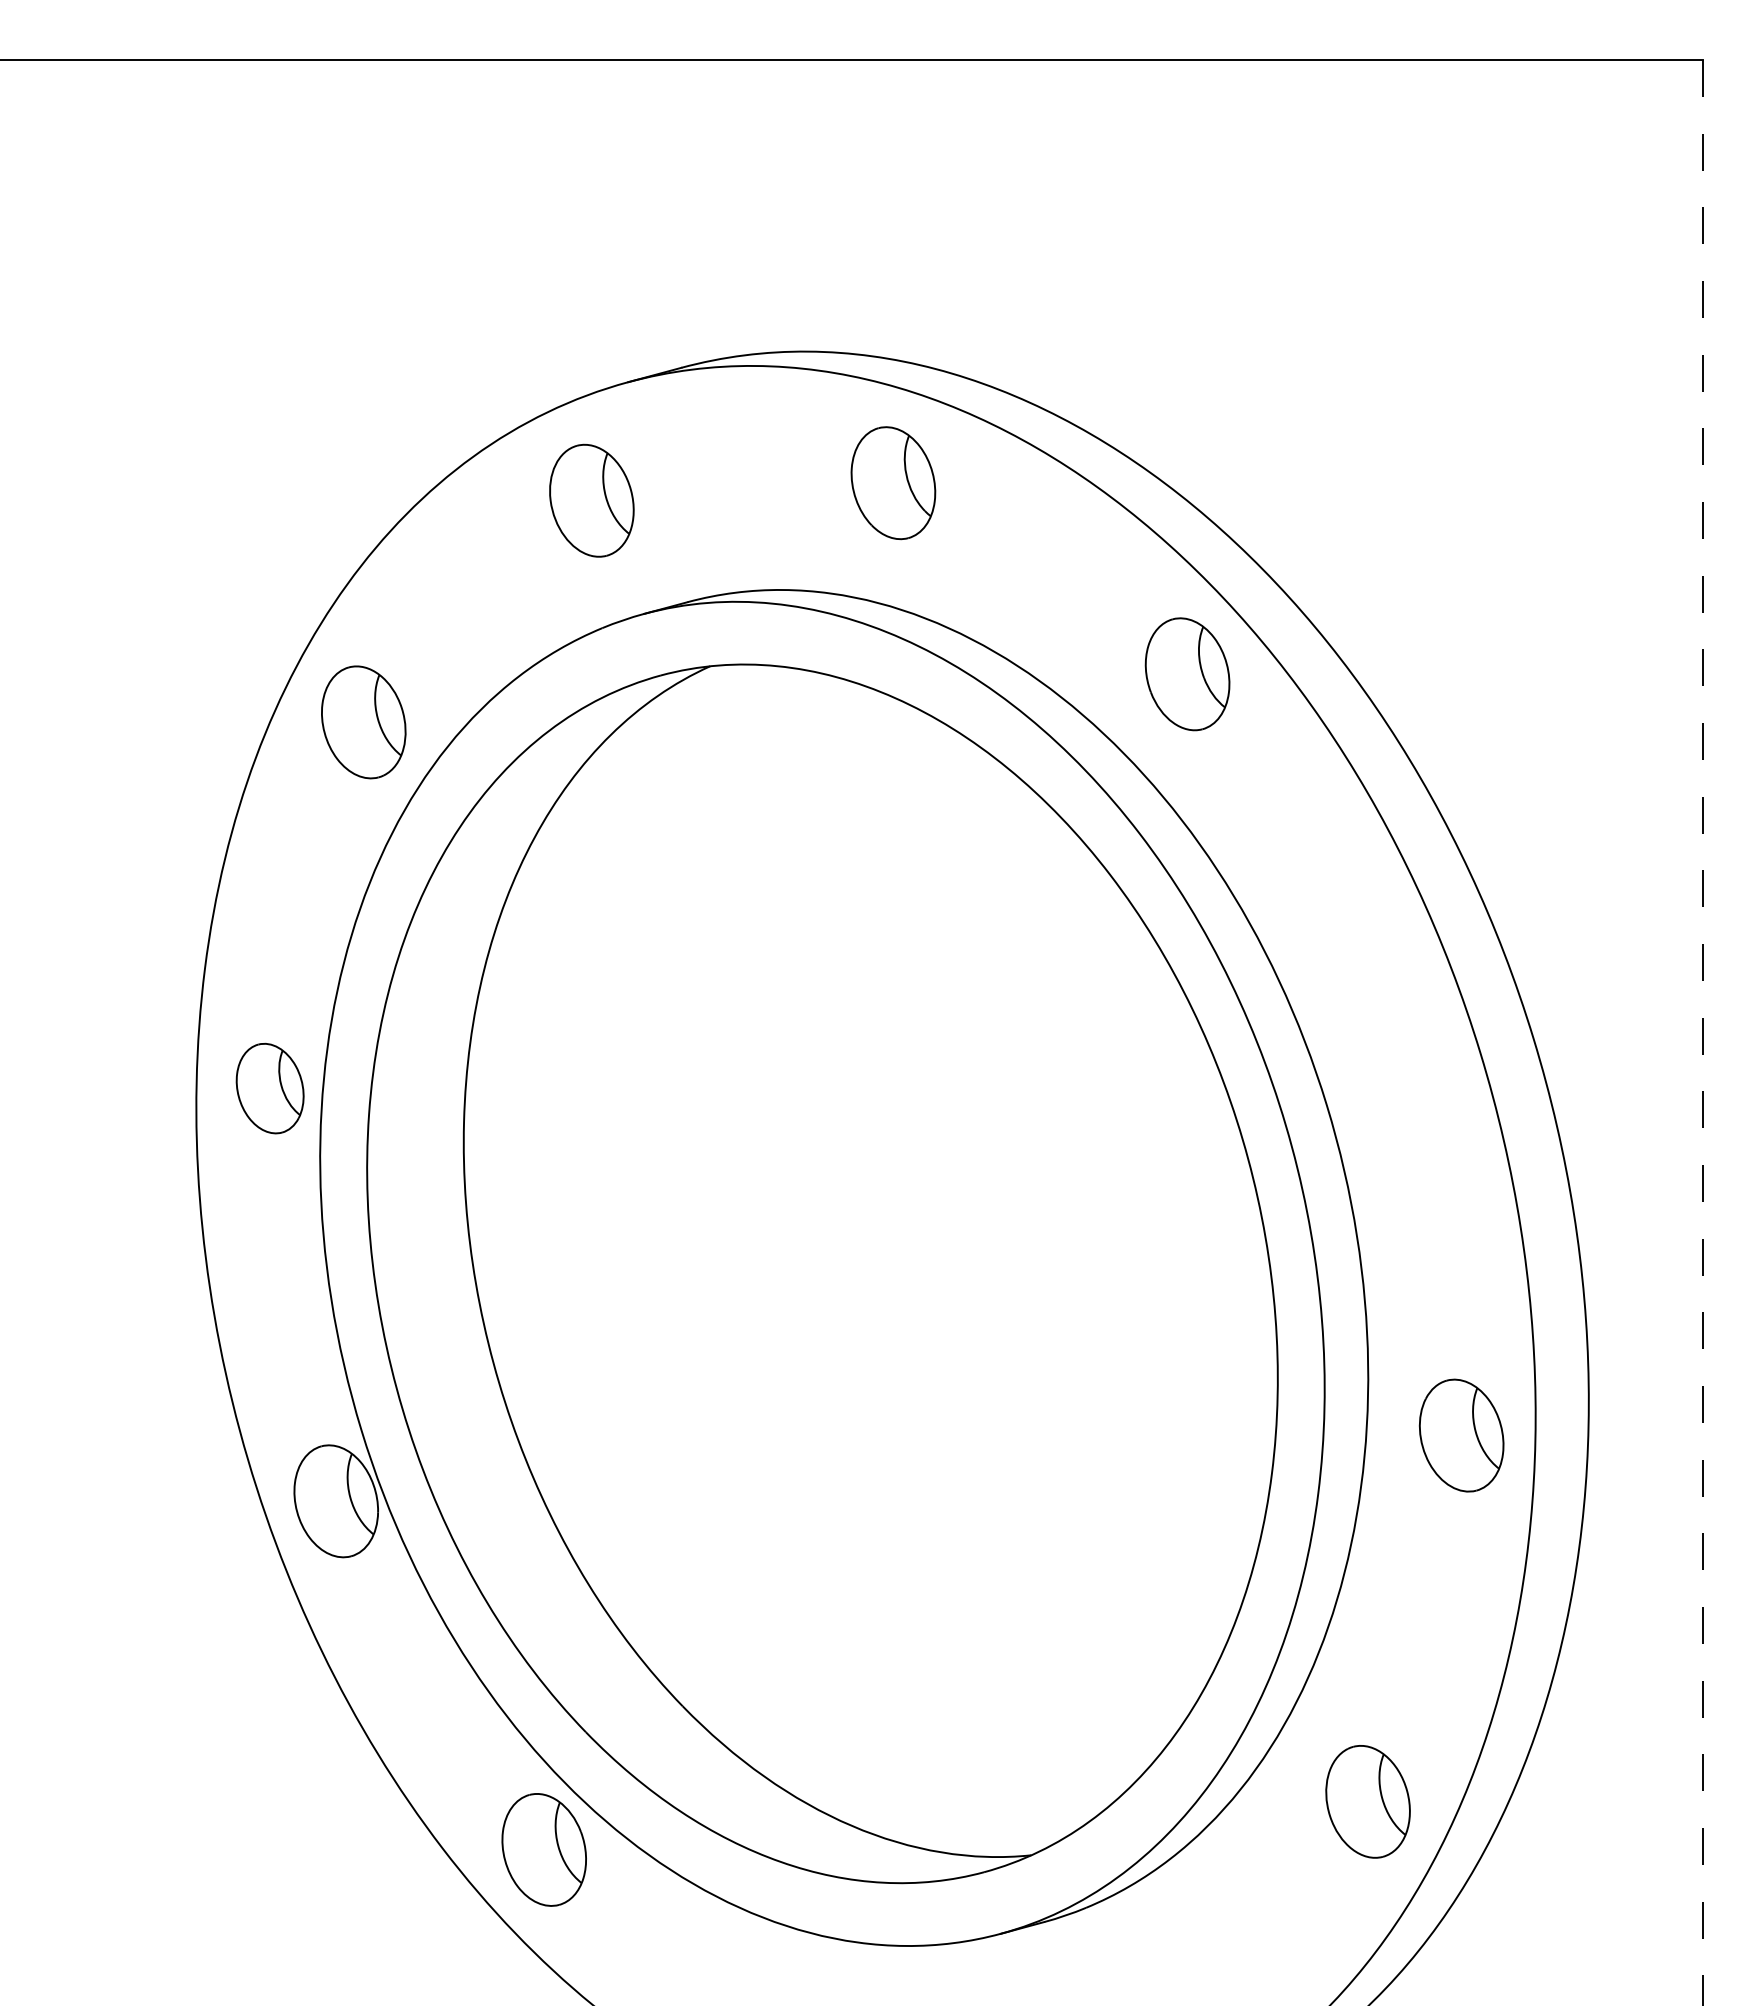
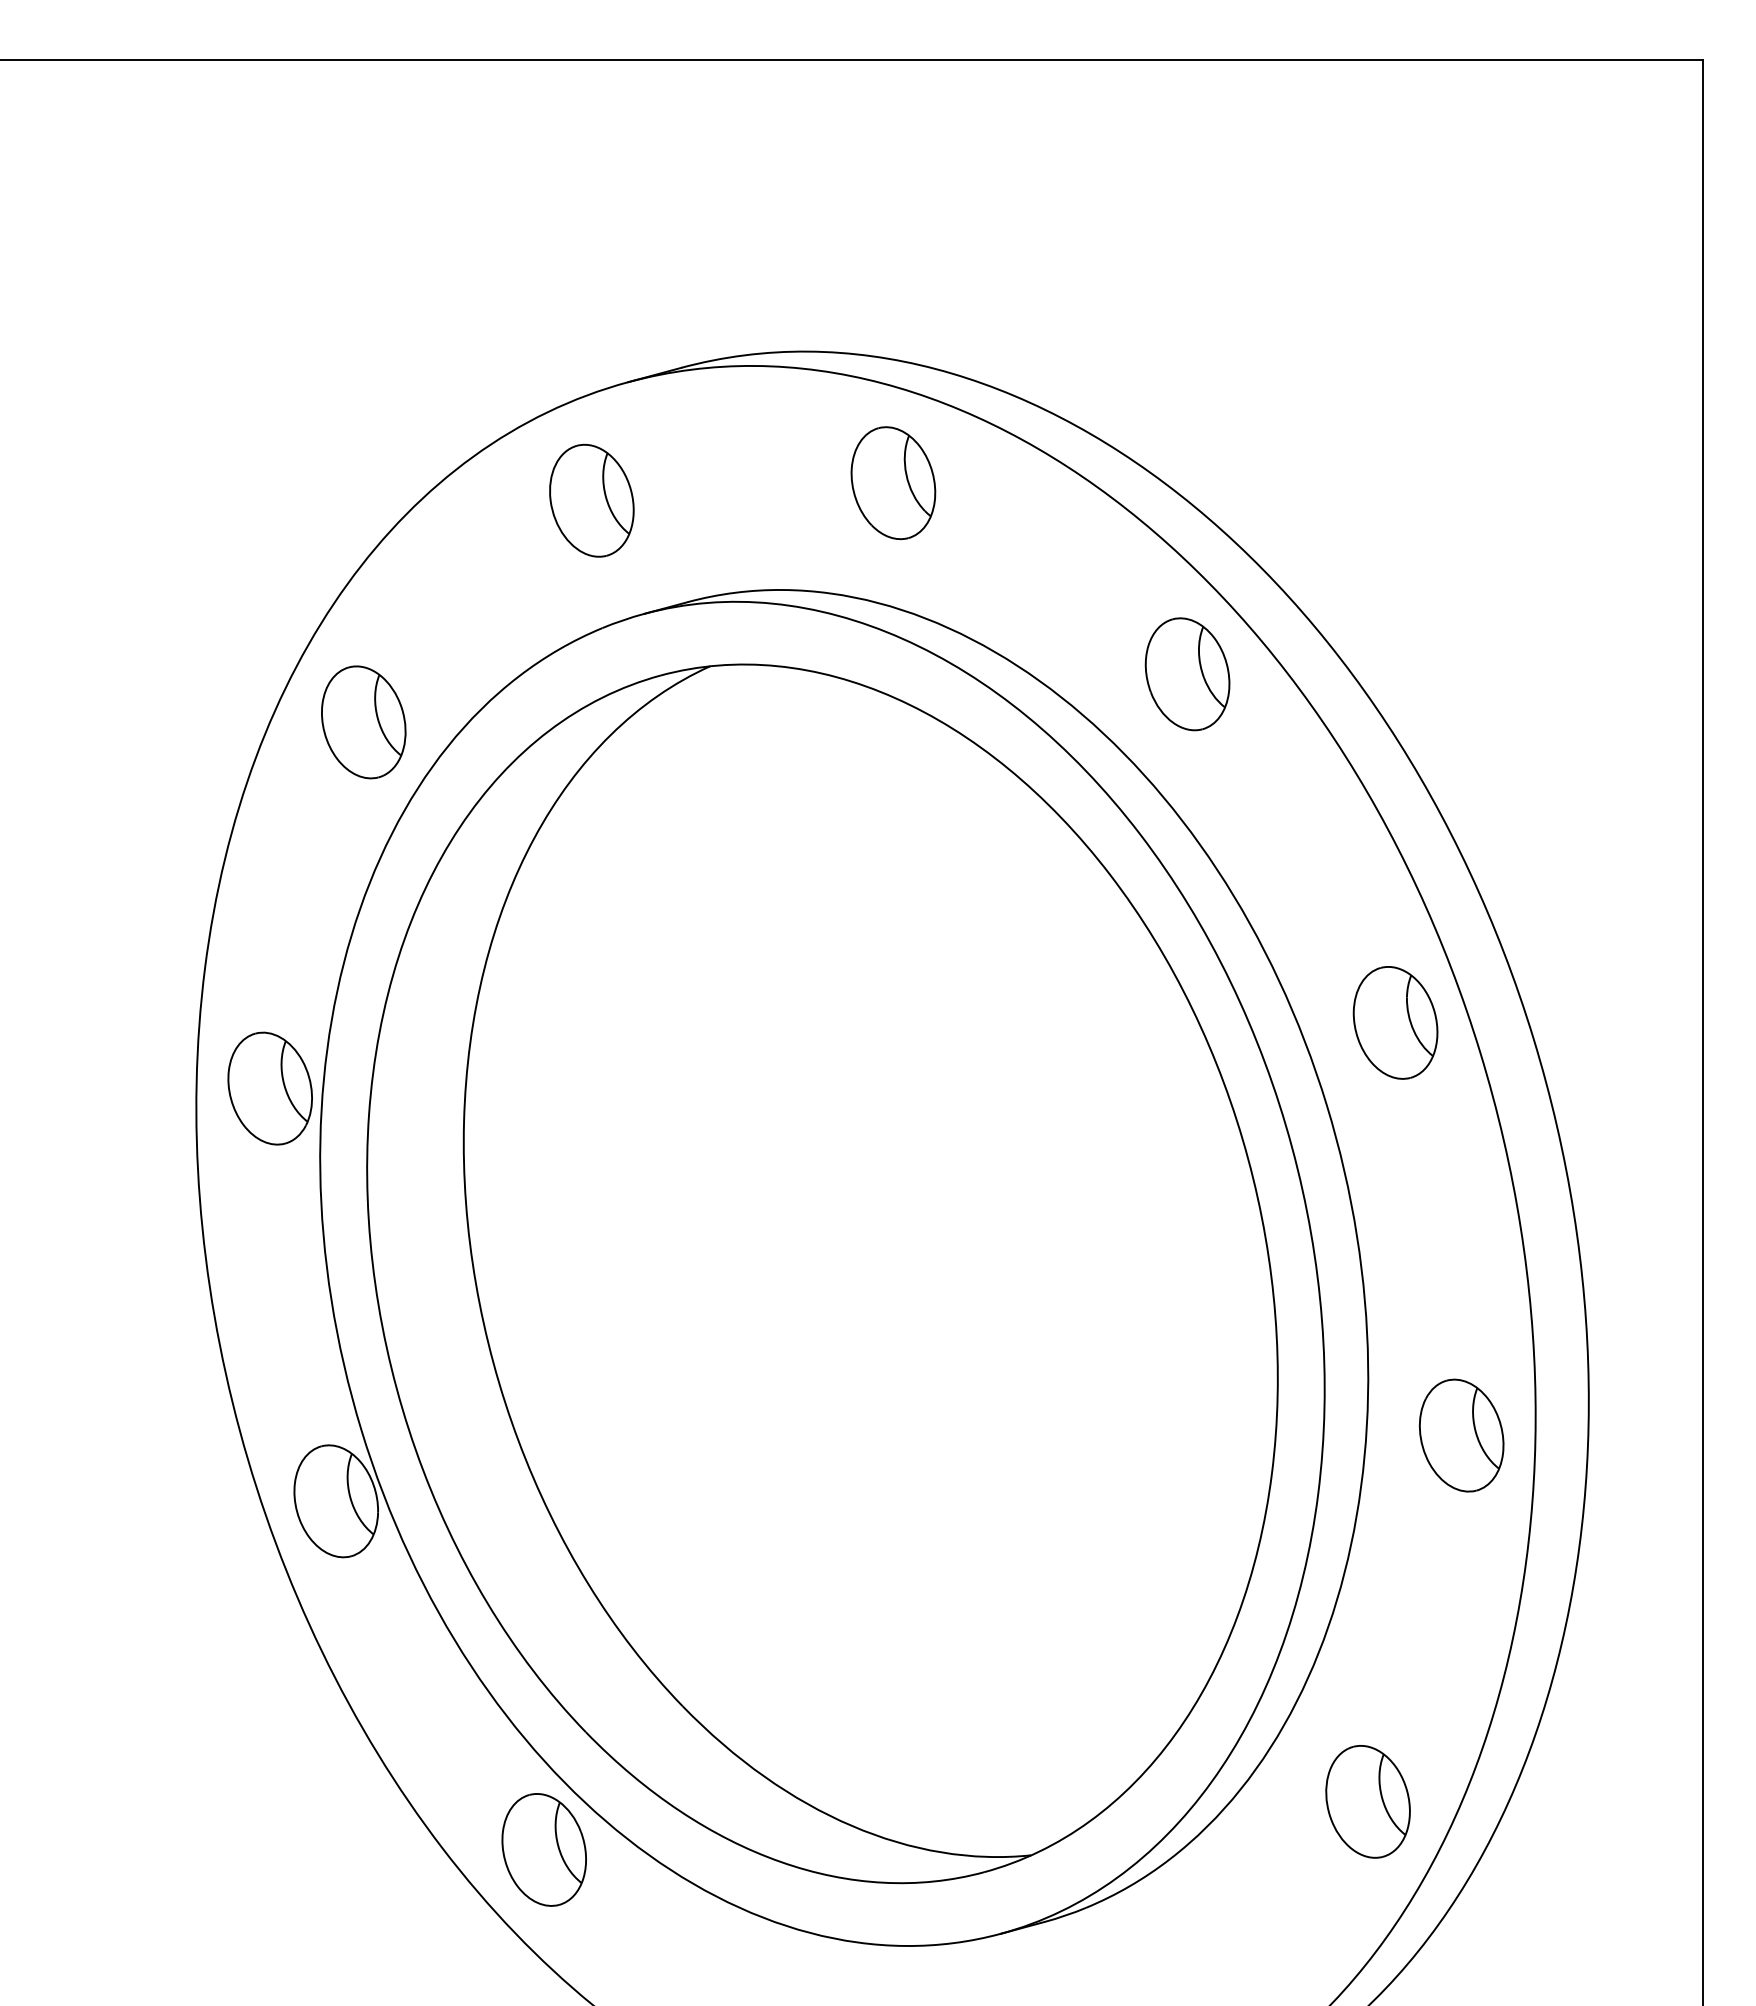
part at (1395, 1022): none -> present
line at (1703, 1033): dashed -> solid
part at (269, 1088) size: 70x93 px -> 86x115 px
